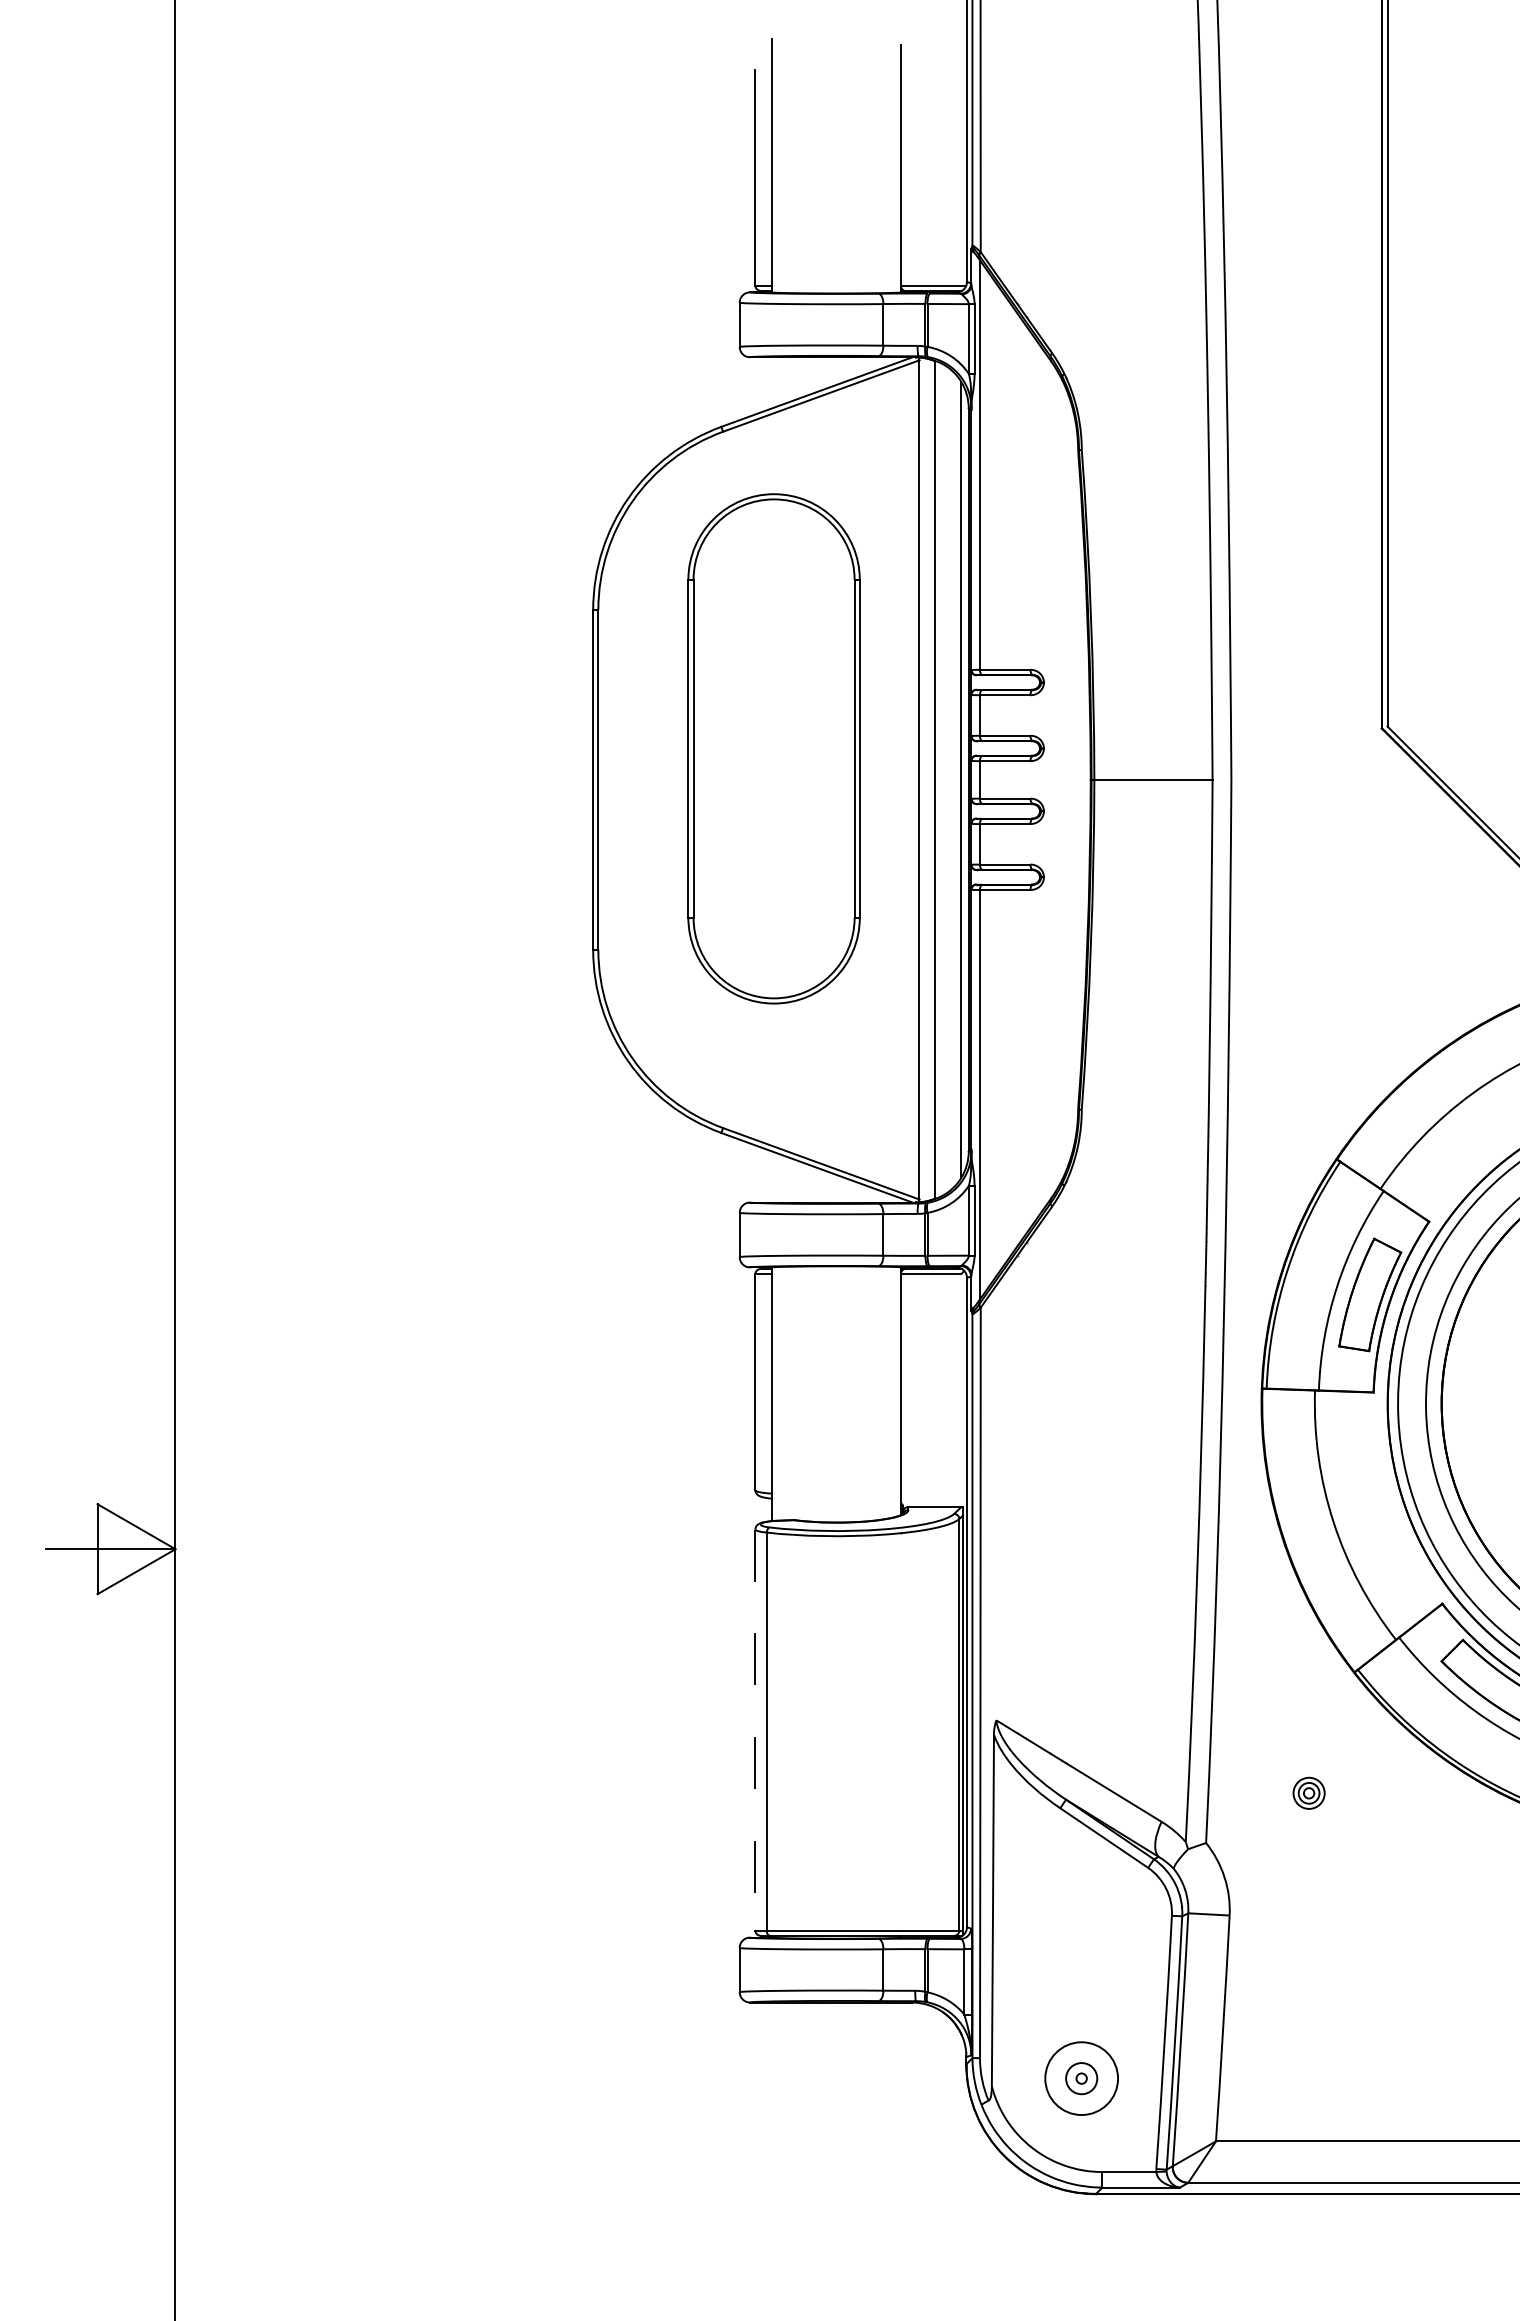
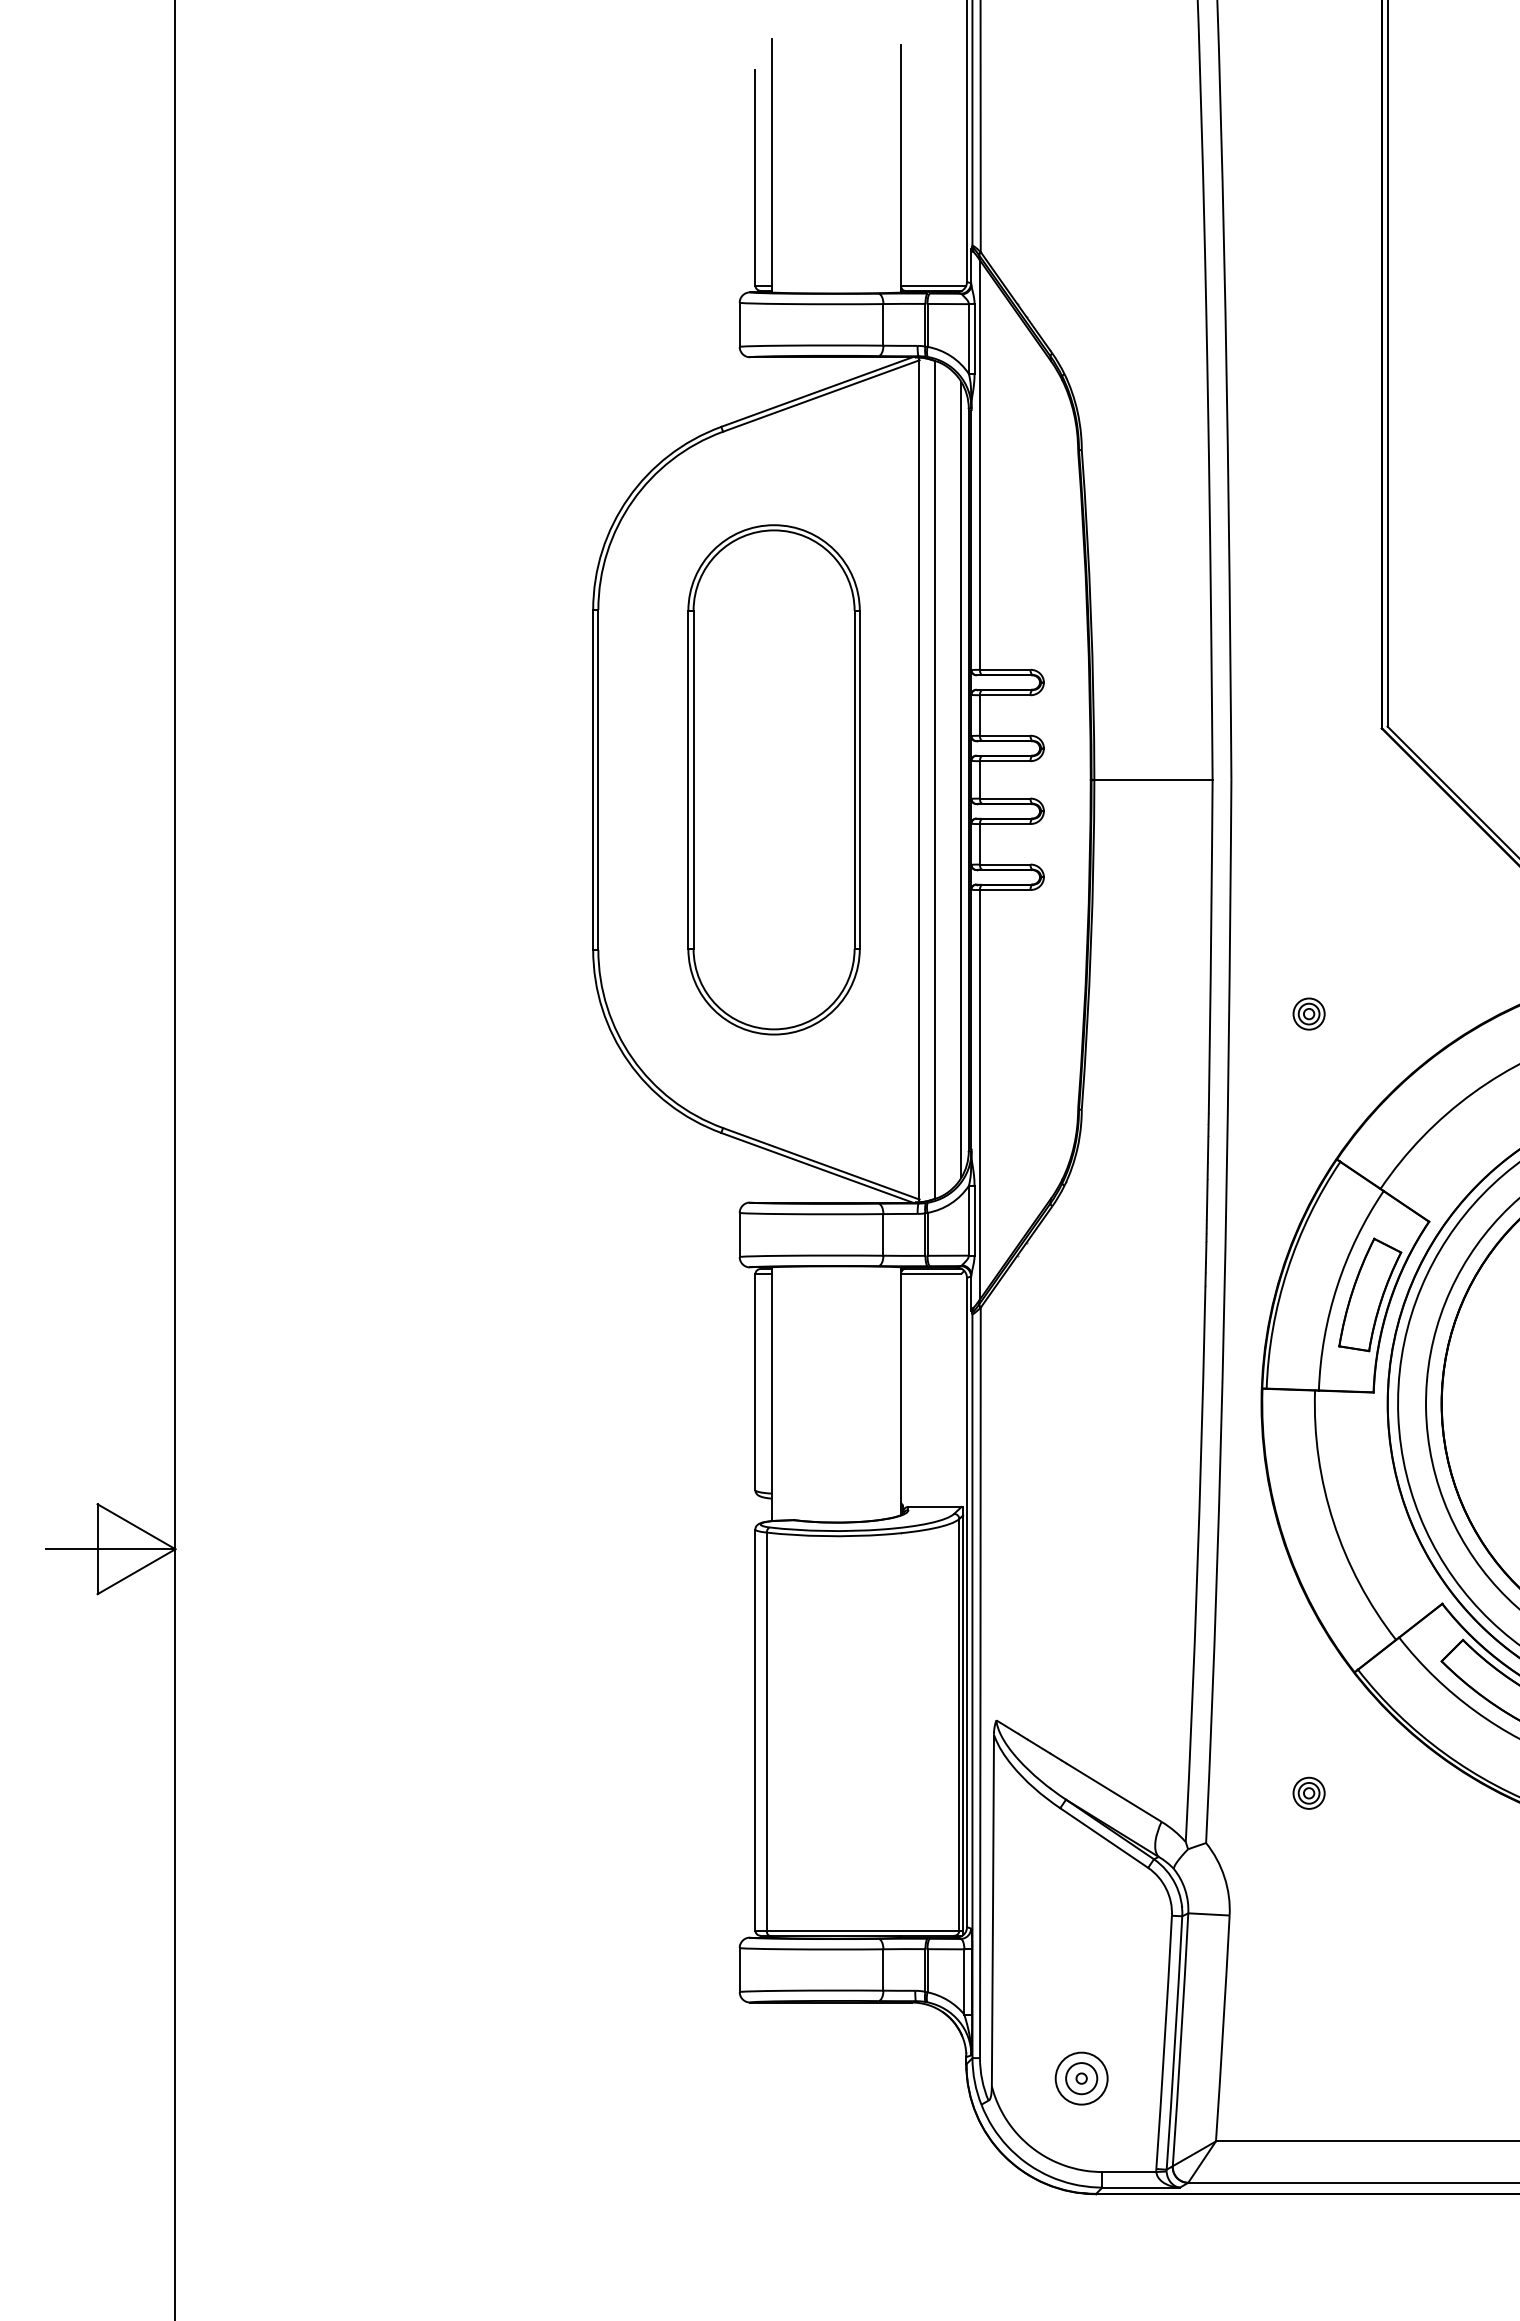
part at (773, 748) position: (773, 748) -> (773, 779)
part at (1308, 1013): none -> present
line at (755, 1730): dashed -> solid
circle at (1081, 2078) diameter: 73 px -> 52 px
